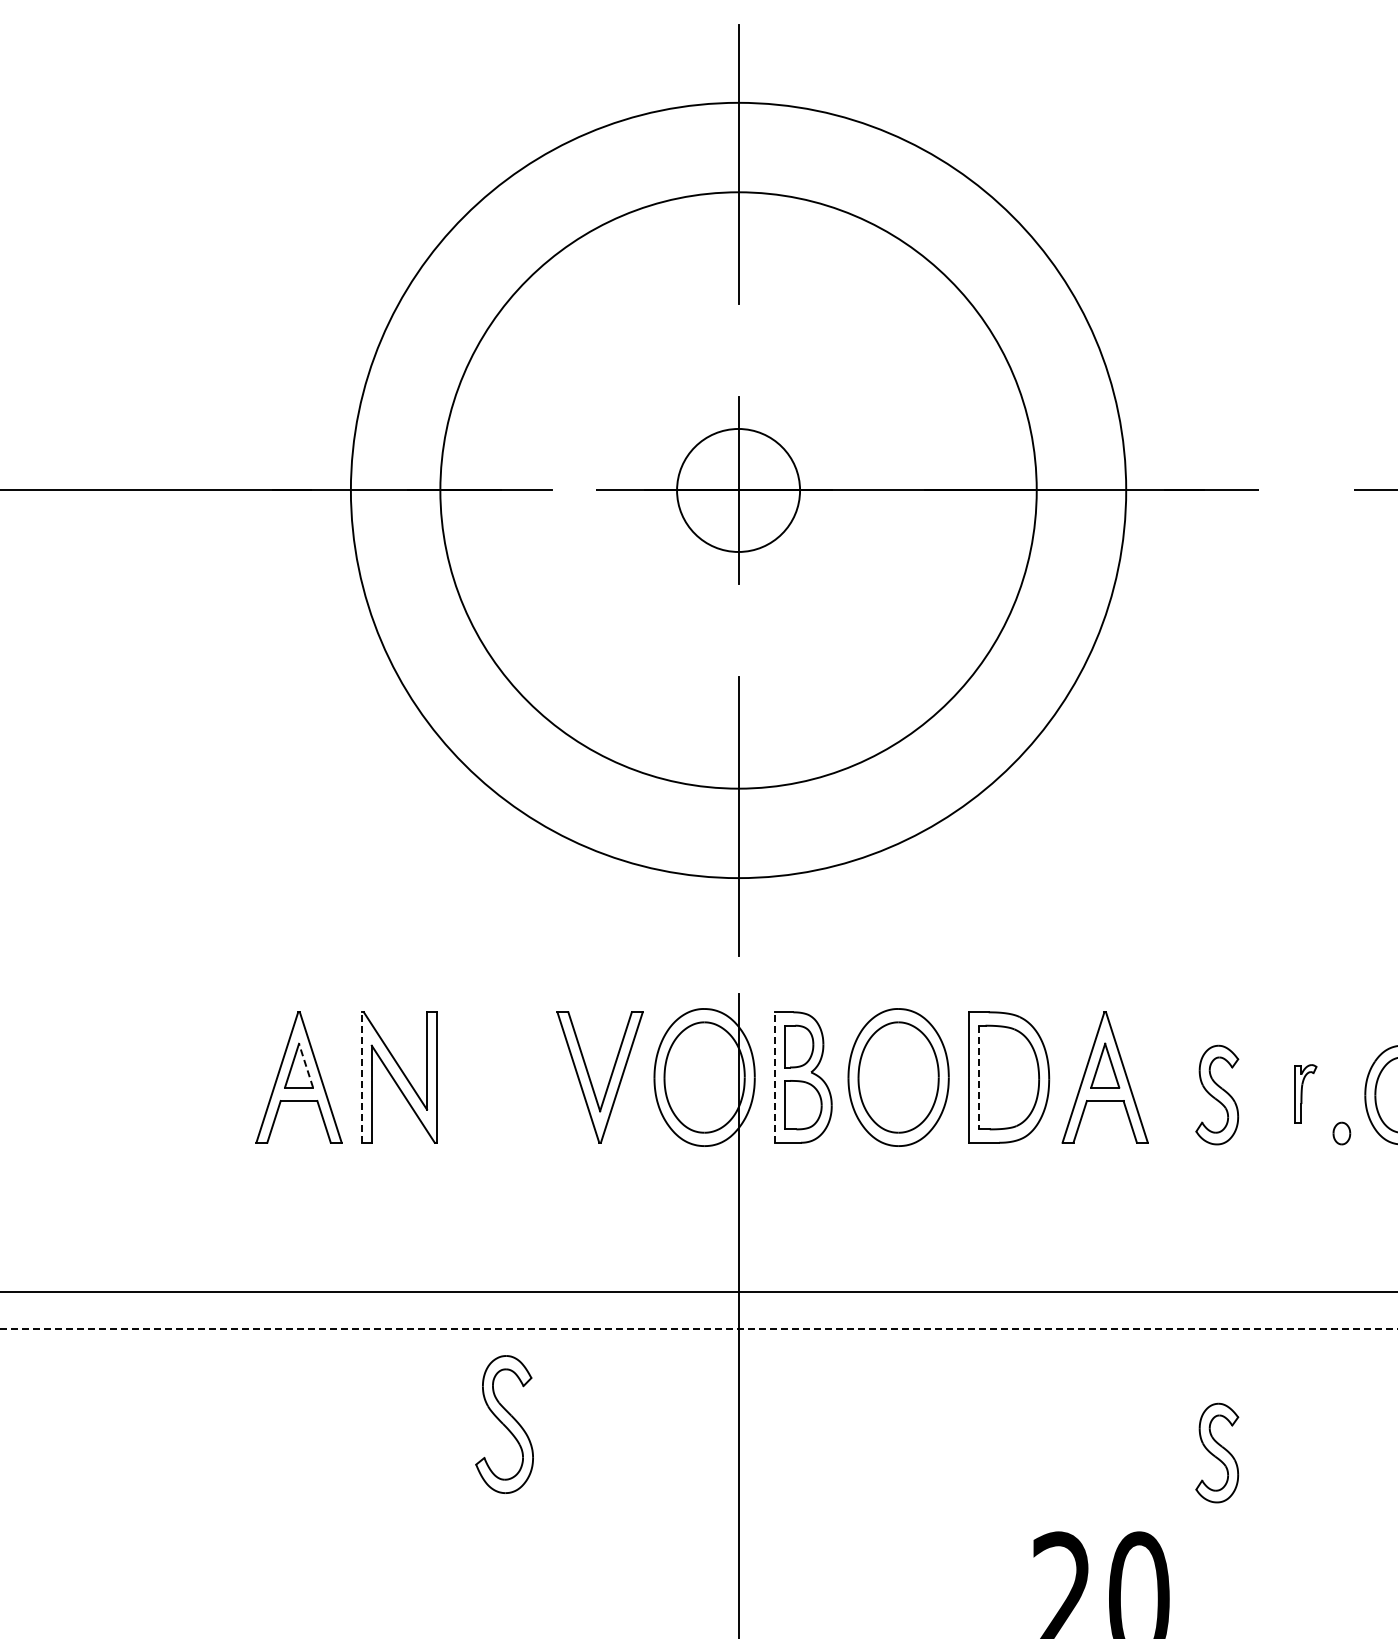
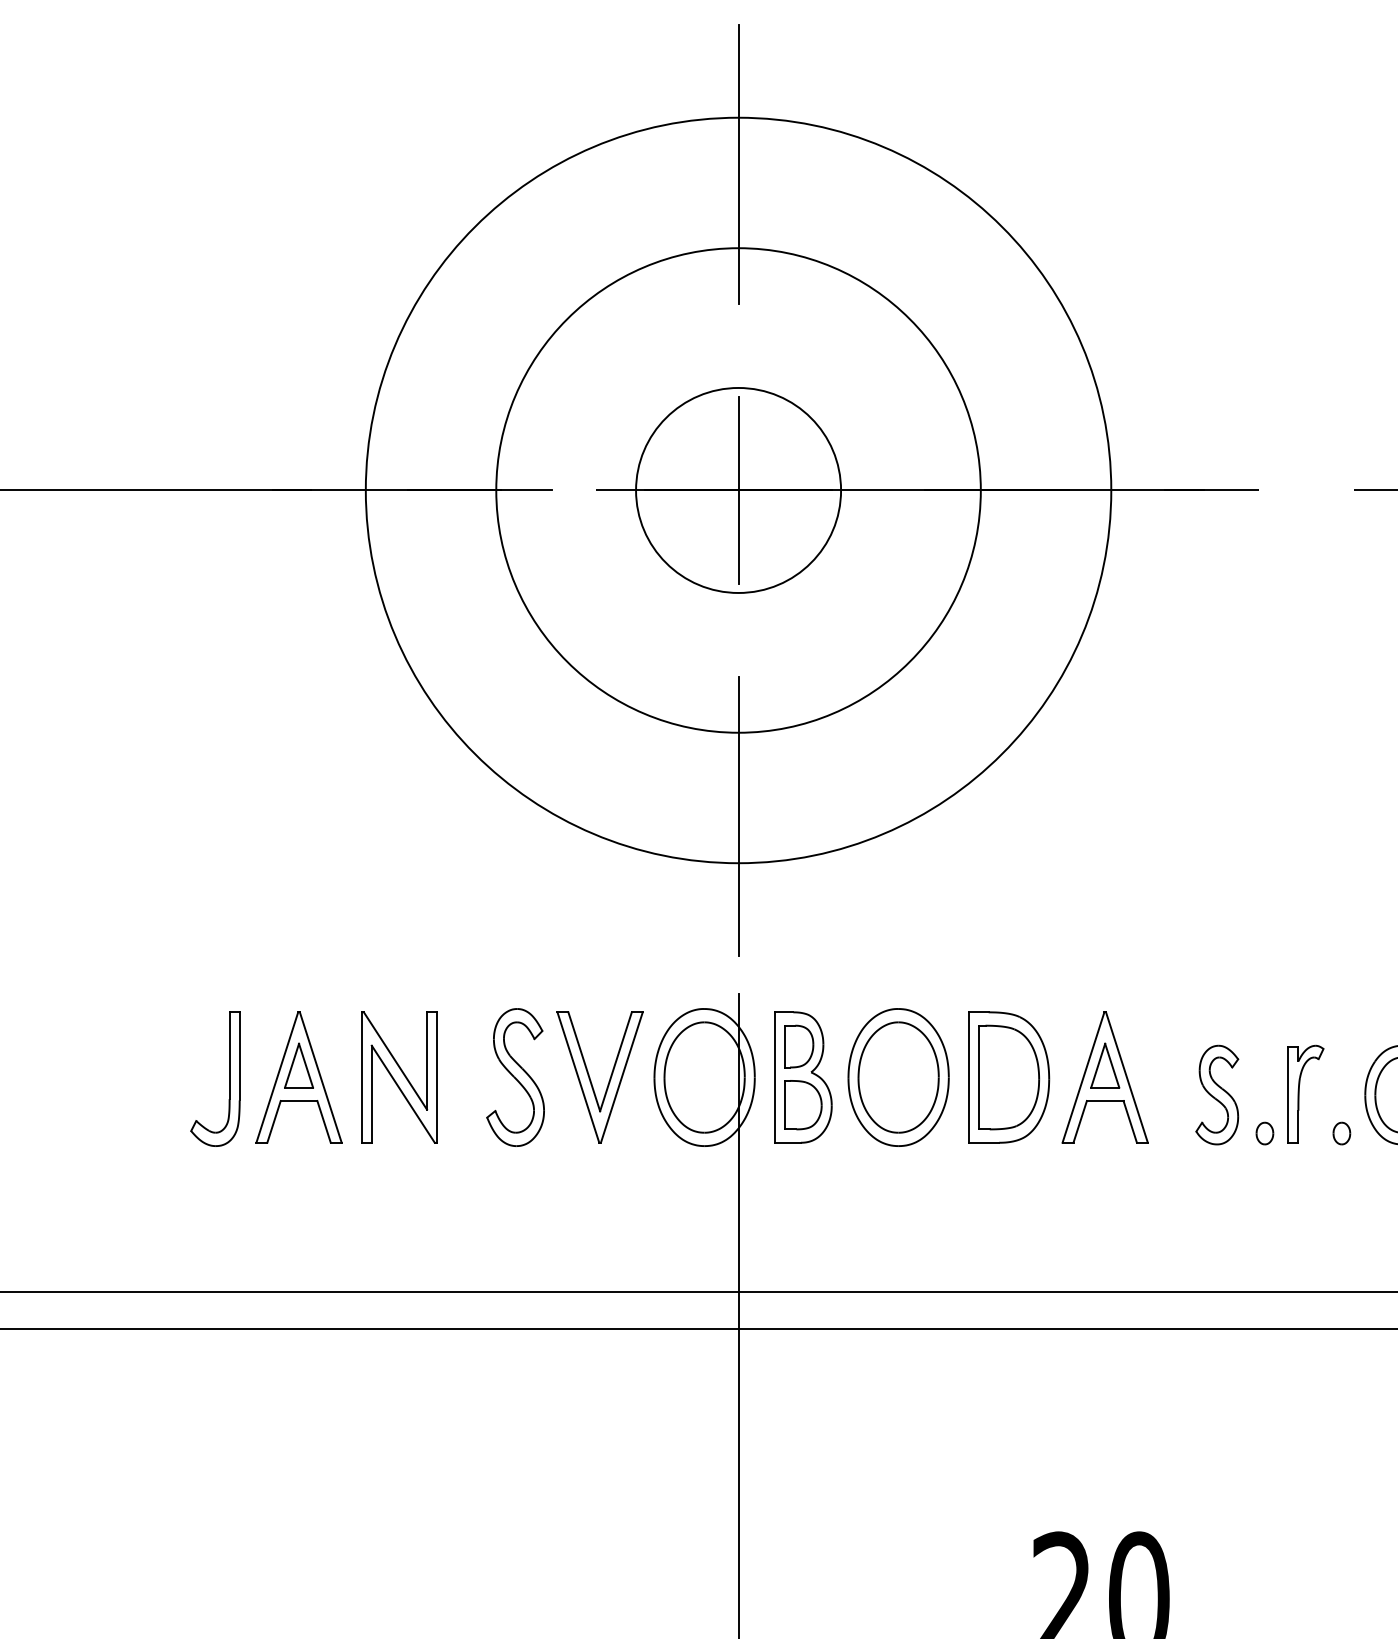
circle at (738, 489) diameter: 123 px -> 205 px
circle at (738, 490) diameter: 596 px -> 745 px
circle at (738, 490) diameter: 775 px -> 485 px
line at (306, 1065): dashed -> solid
line at (361, 1077): dashed -> solid
line at (774, 1077): dashed -> solid
line at (978, 1077): dashed -> solid
part at (229, 1078): none -> present
part at (1305, 1093) size: 24x60 px -> 38x100 px
part at (1264, 1133): none -> present
line at (699, 1329): dashed -> solid
part at (504, 1424) position: (504, 1424) -> (515, 1077)
part at (1217, 1452): present -> none
